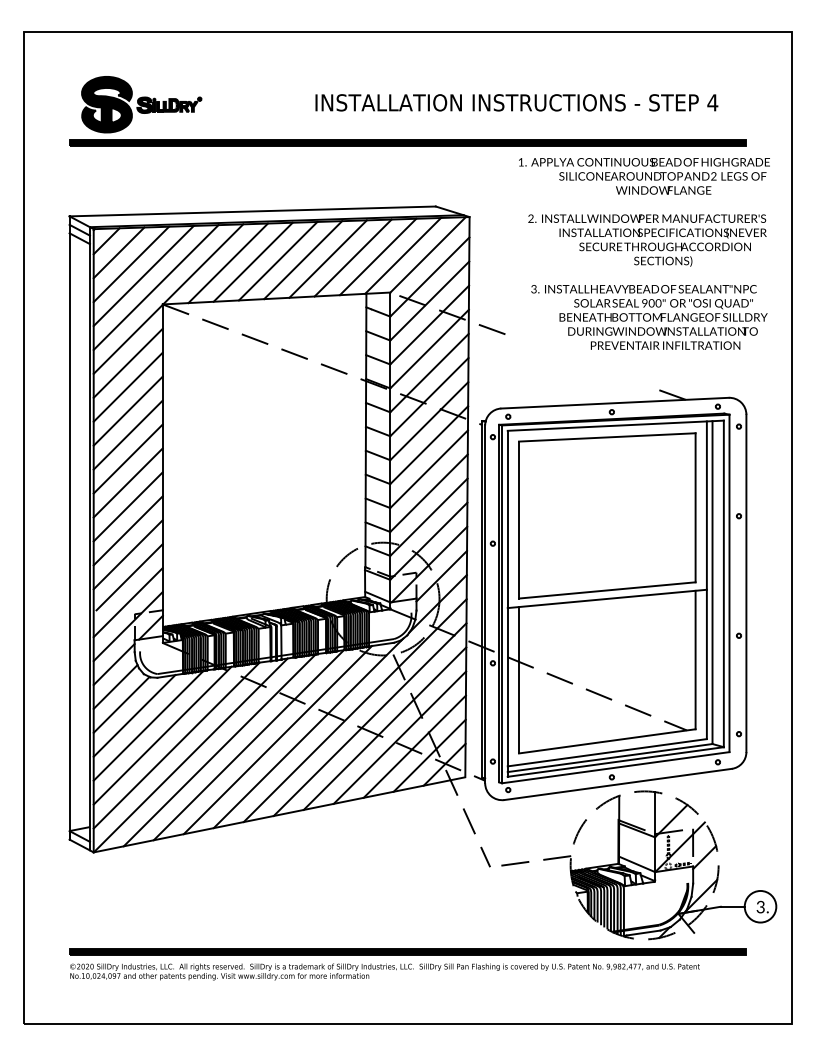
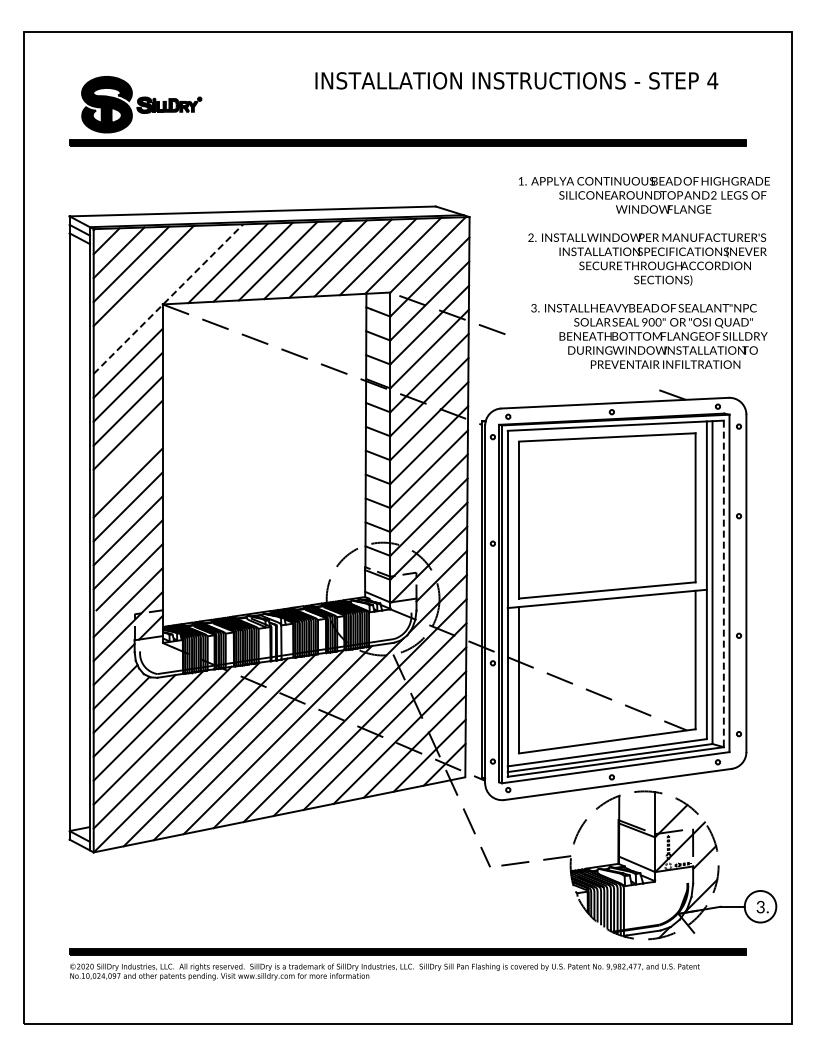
text at (516, 102) position: (516, 102) -> (516, 80)
text at (644, 253) position: (644, 253) -> (644, 272)
line at (155, 287): present -> none
line at (168, 299): solid -> dashed
line at (127, 458): present -> none
line at (723, 584): solid -> dashed
